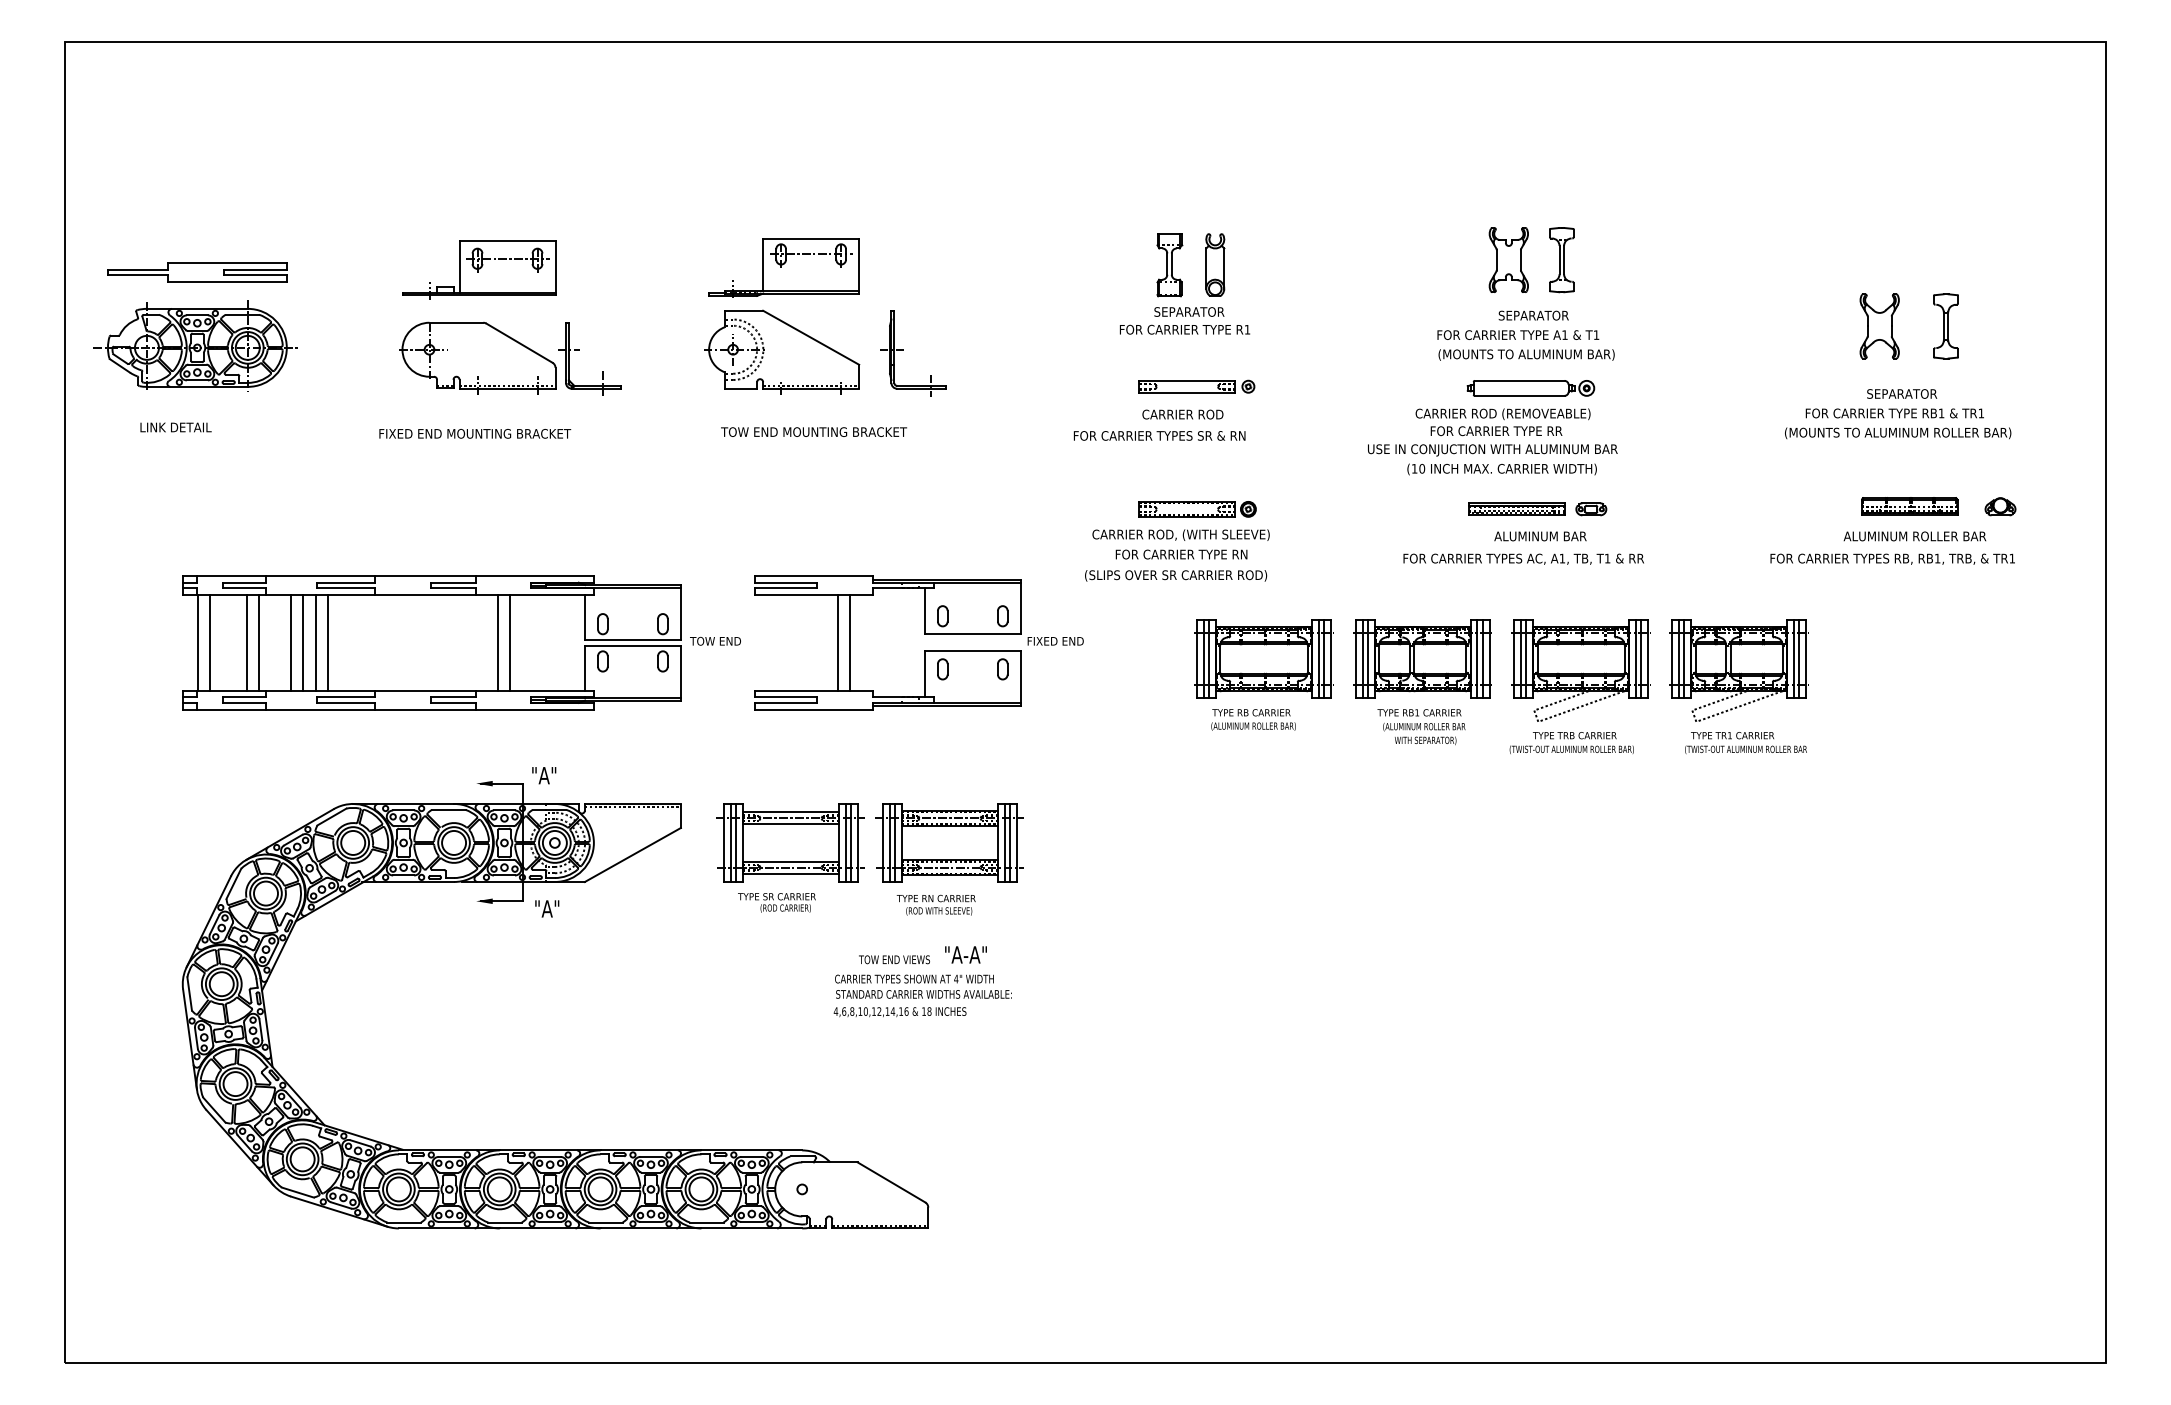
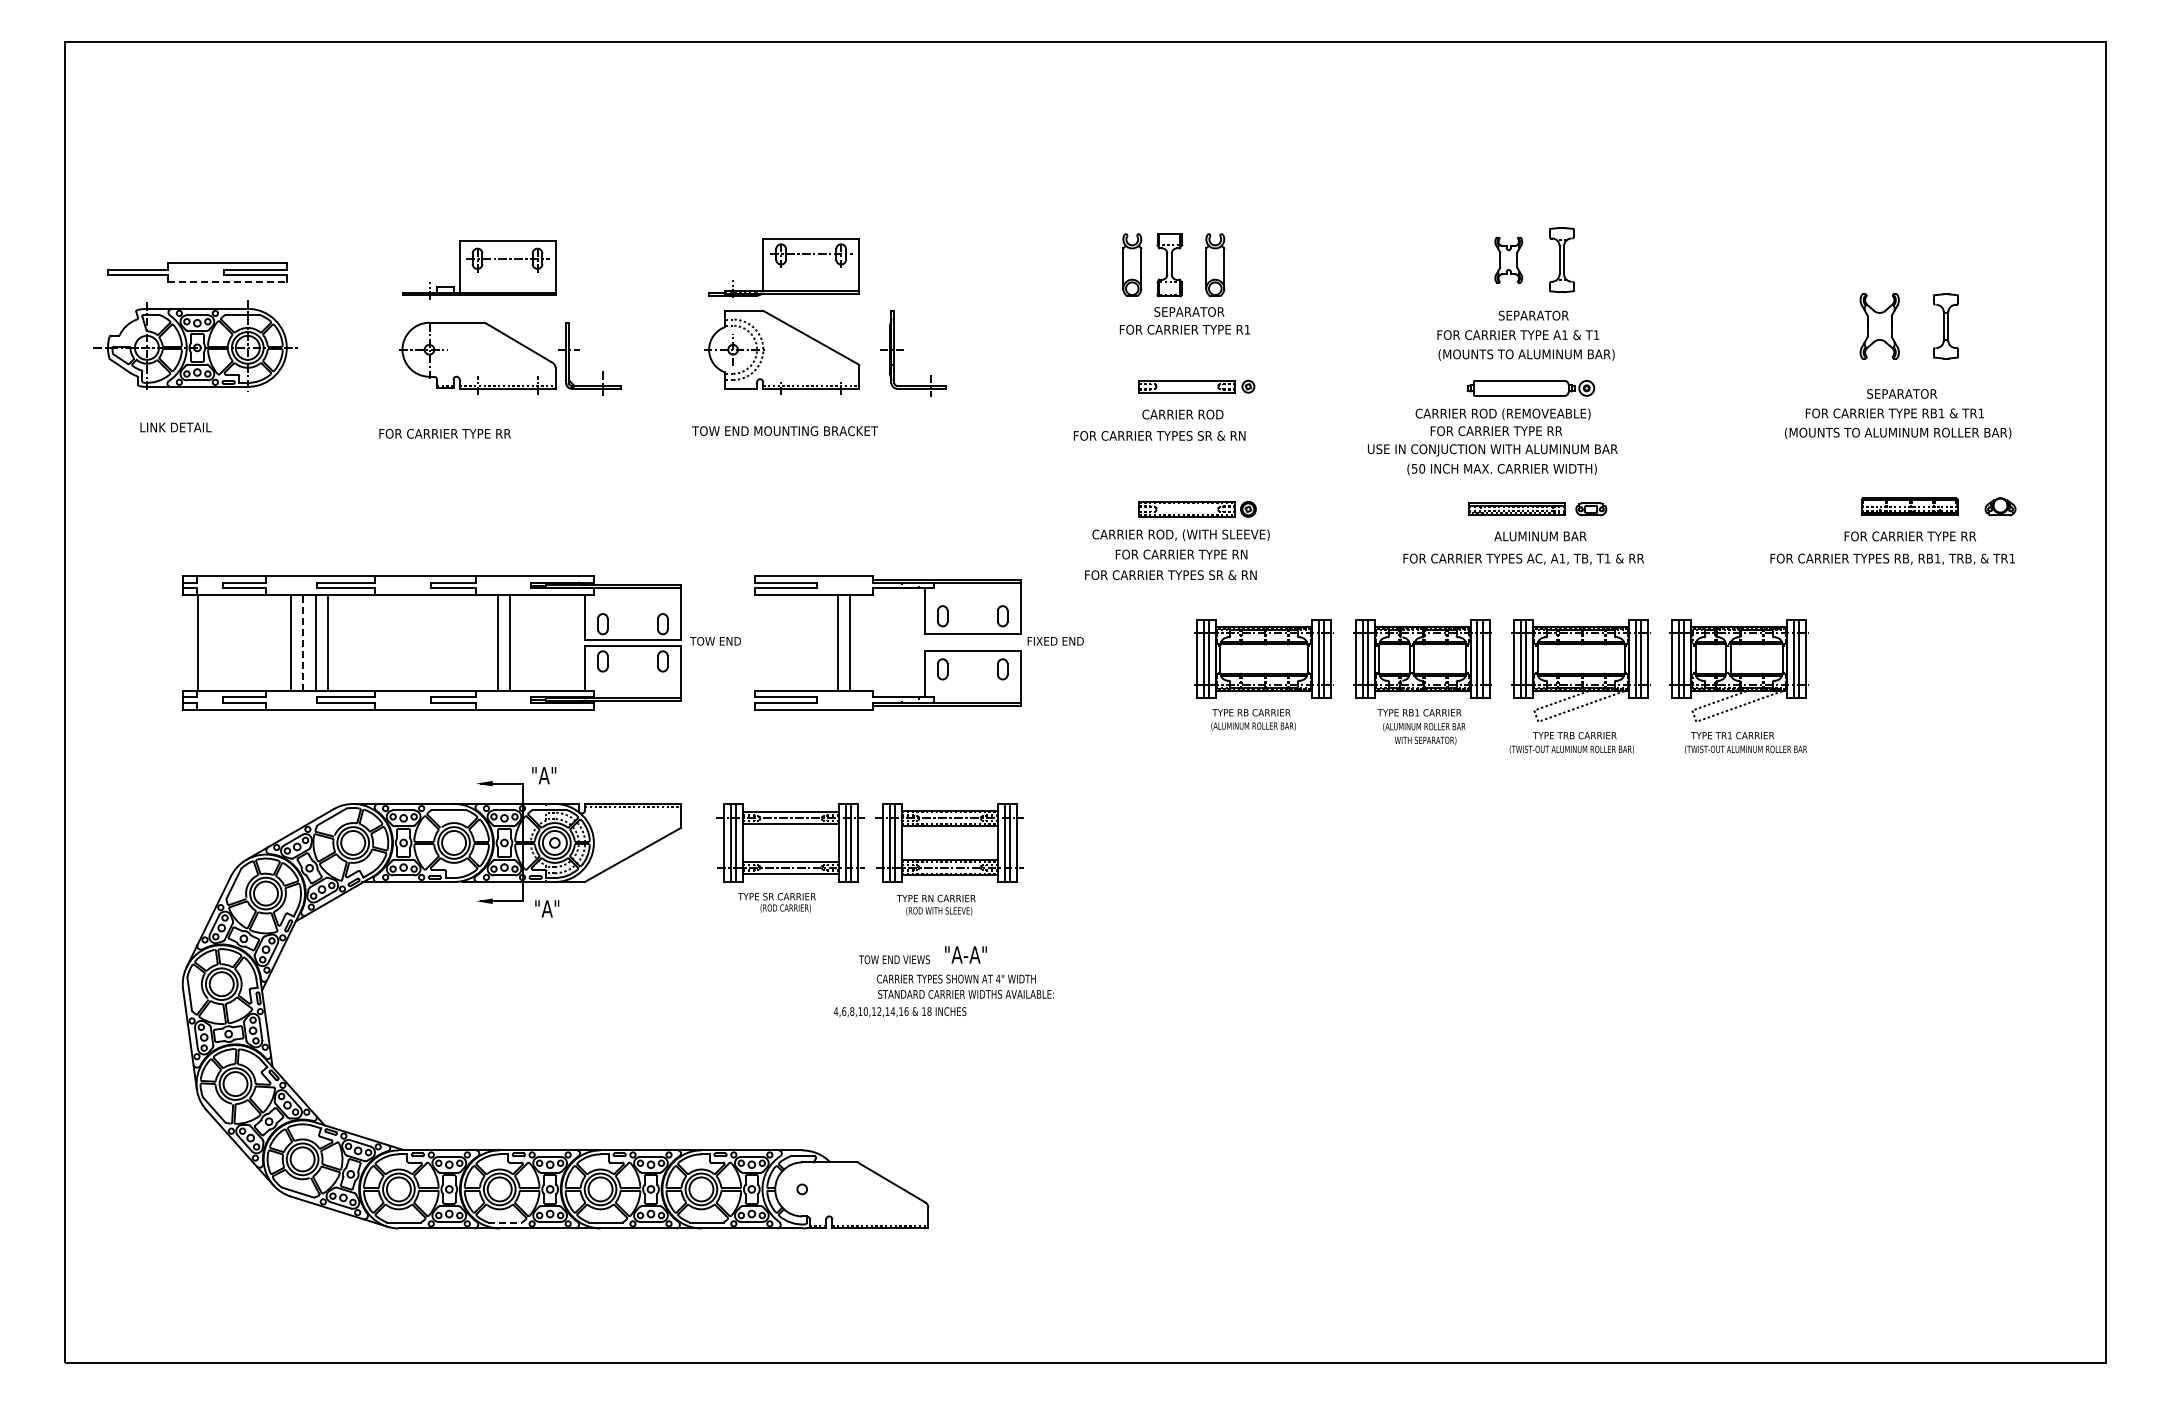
part at (1508, 259) size: 41x66 px -> 30x48 px
part at (1132, 264): none -> present
line at (228, 282): solid -> dashed
text at (814, 431) position: (814, 431) -> (785, 430)
text at (478, 433): FIXED END MOUNTING BRACKET -> FOR CARRIER TYPE RR
text at (1414, 468): (10 -> (50
text at (1914, 536): ALUMINUM ROLLER BAR -> FOR CARRIER TYPE RR
text at (1176, 575): (SLIPS OVER SR CARRIER ROD) -> FOR CARRIER TYPES SR & RN
line at (210, 642): present -> none
line at (247, 642): present -> none
line at (259, 642): present -> none
line at (303, 642): solid -> dashed
text at (923, 986) position: (923, 986) -> (965, 986)
line at (505, 1222): solid -> dashed
